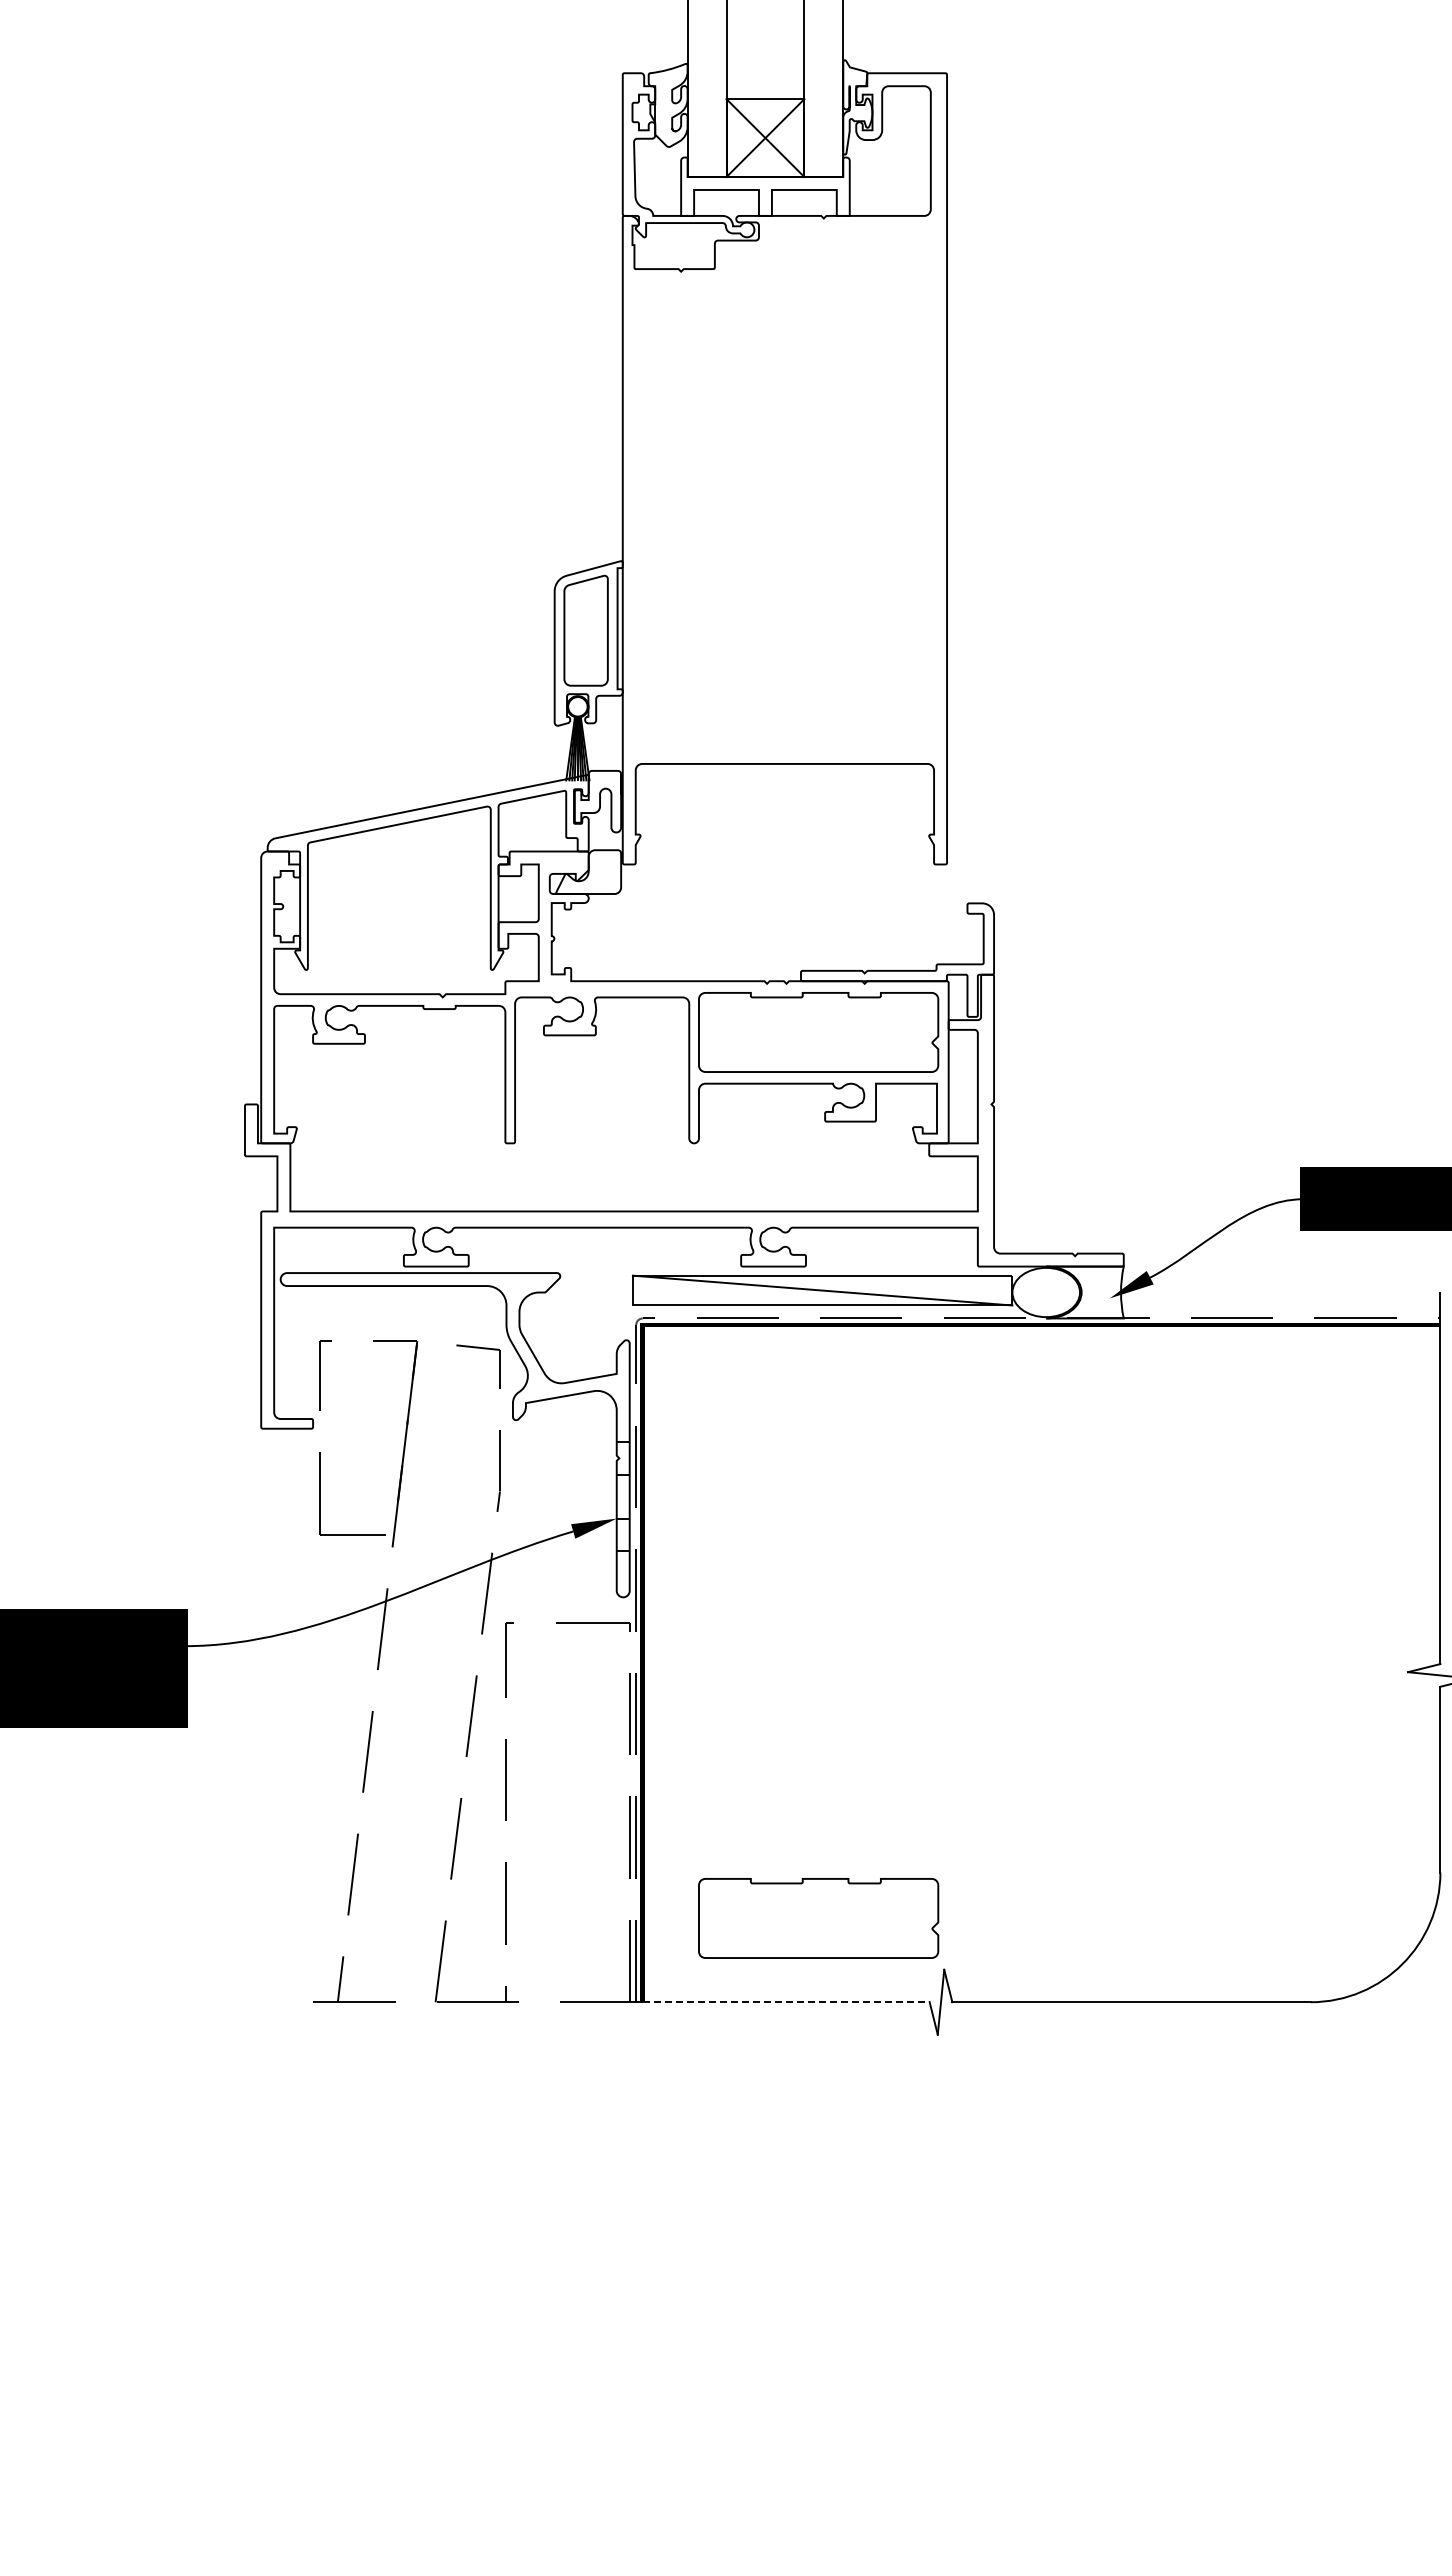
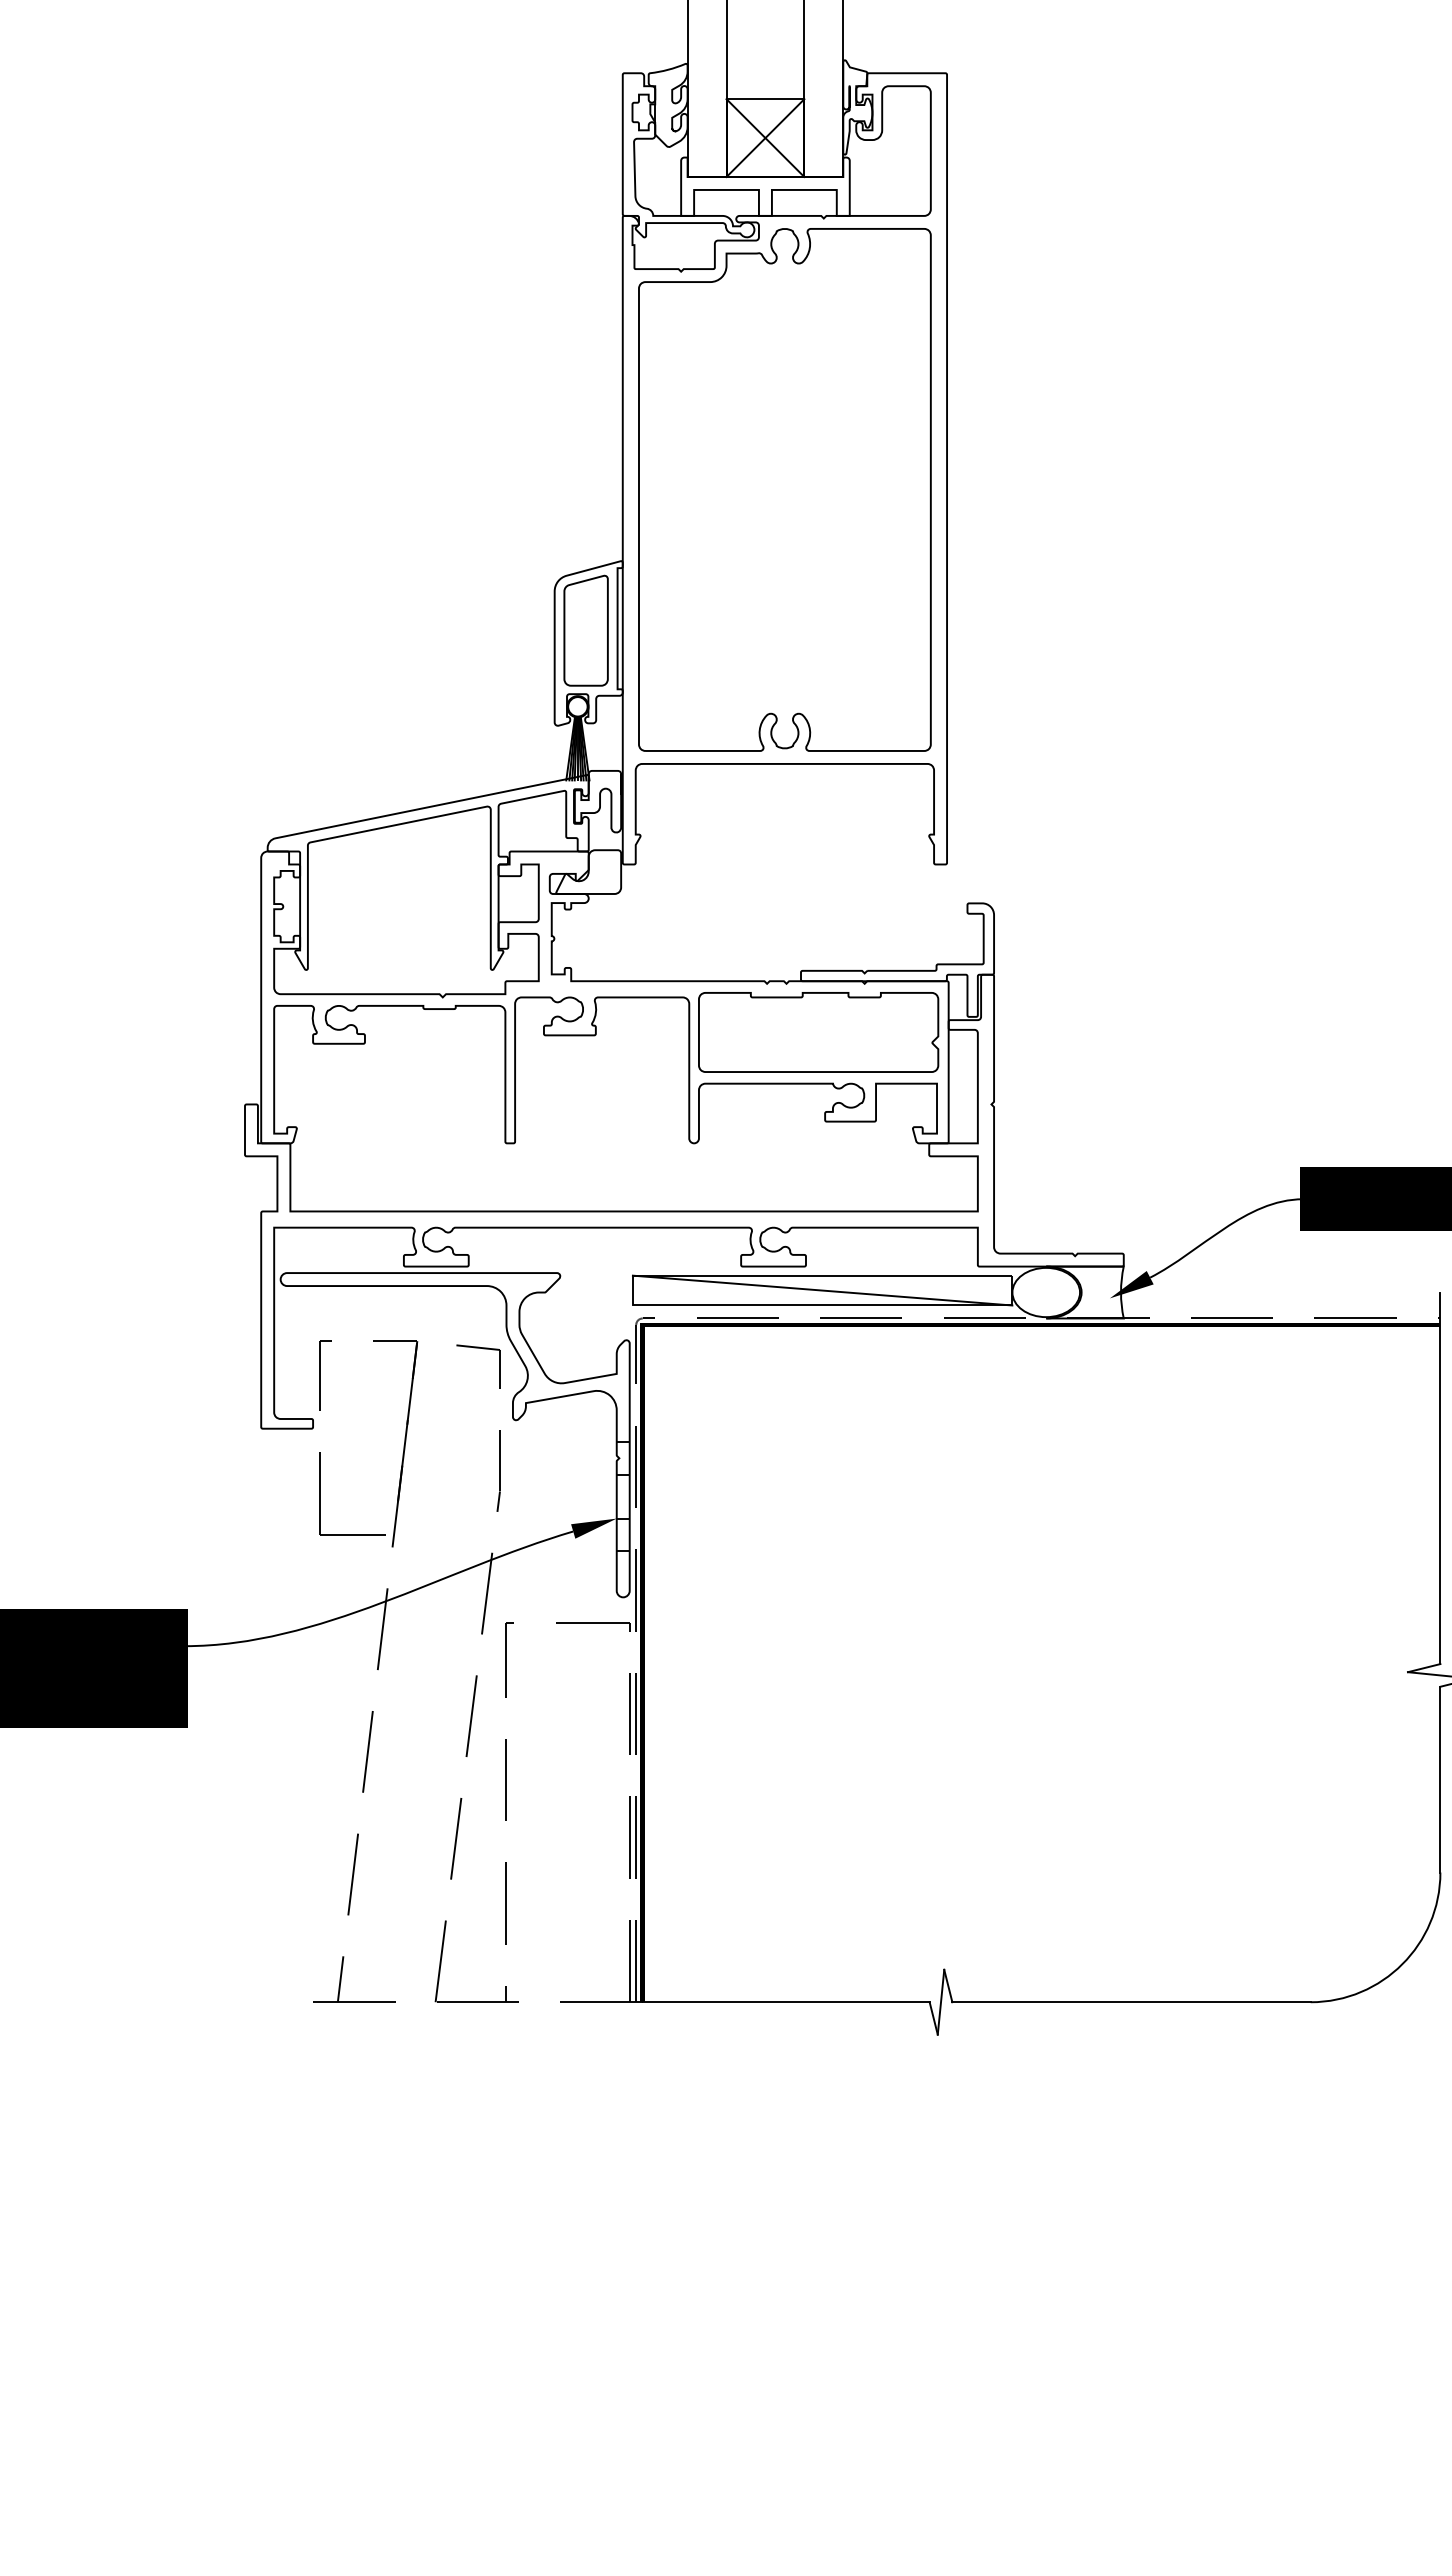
part at (784, 489): none -> present
part at (818, 1918): present -> none
line at (786, 2002): dashed -> solid
